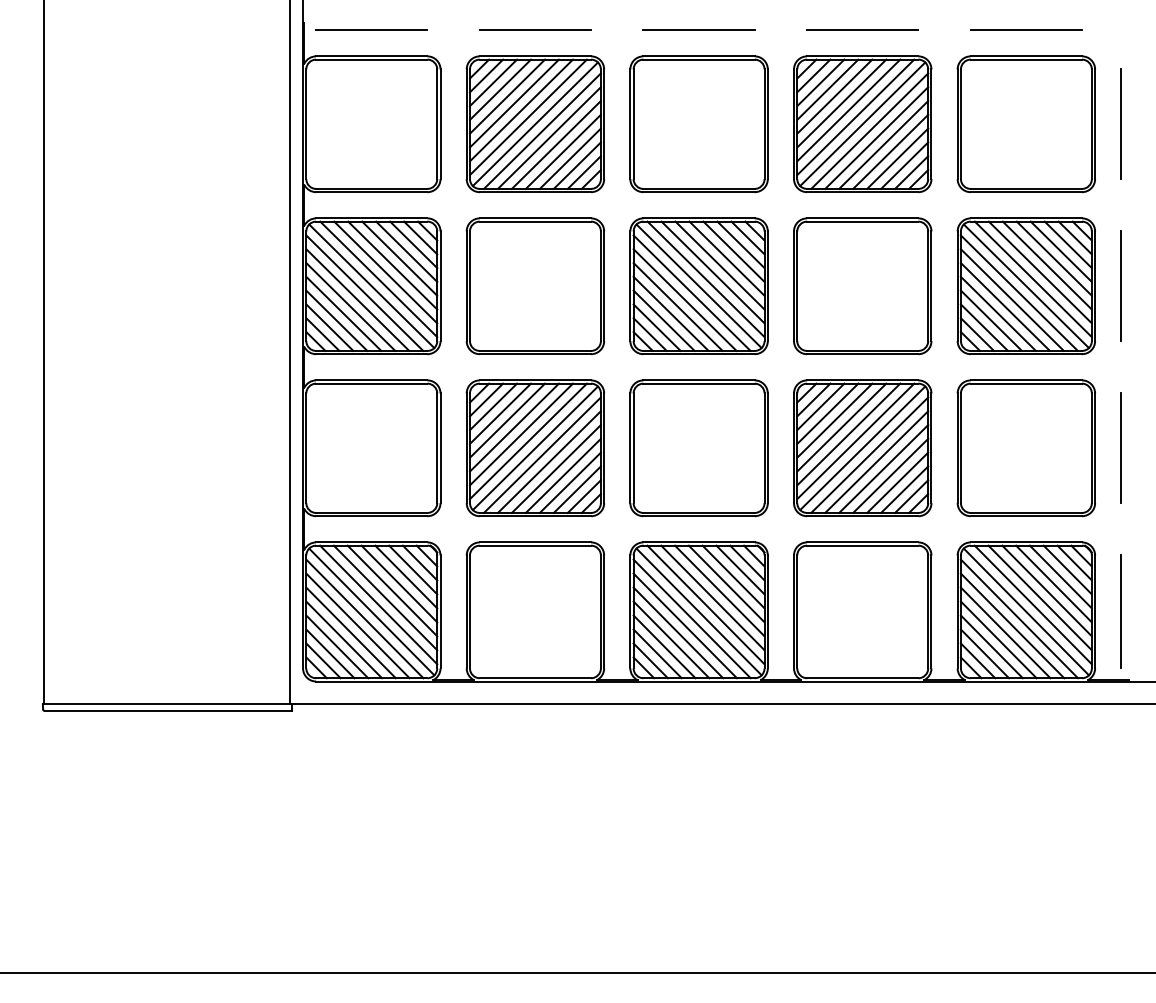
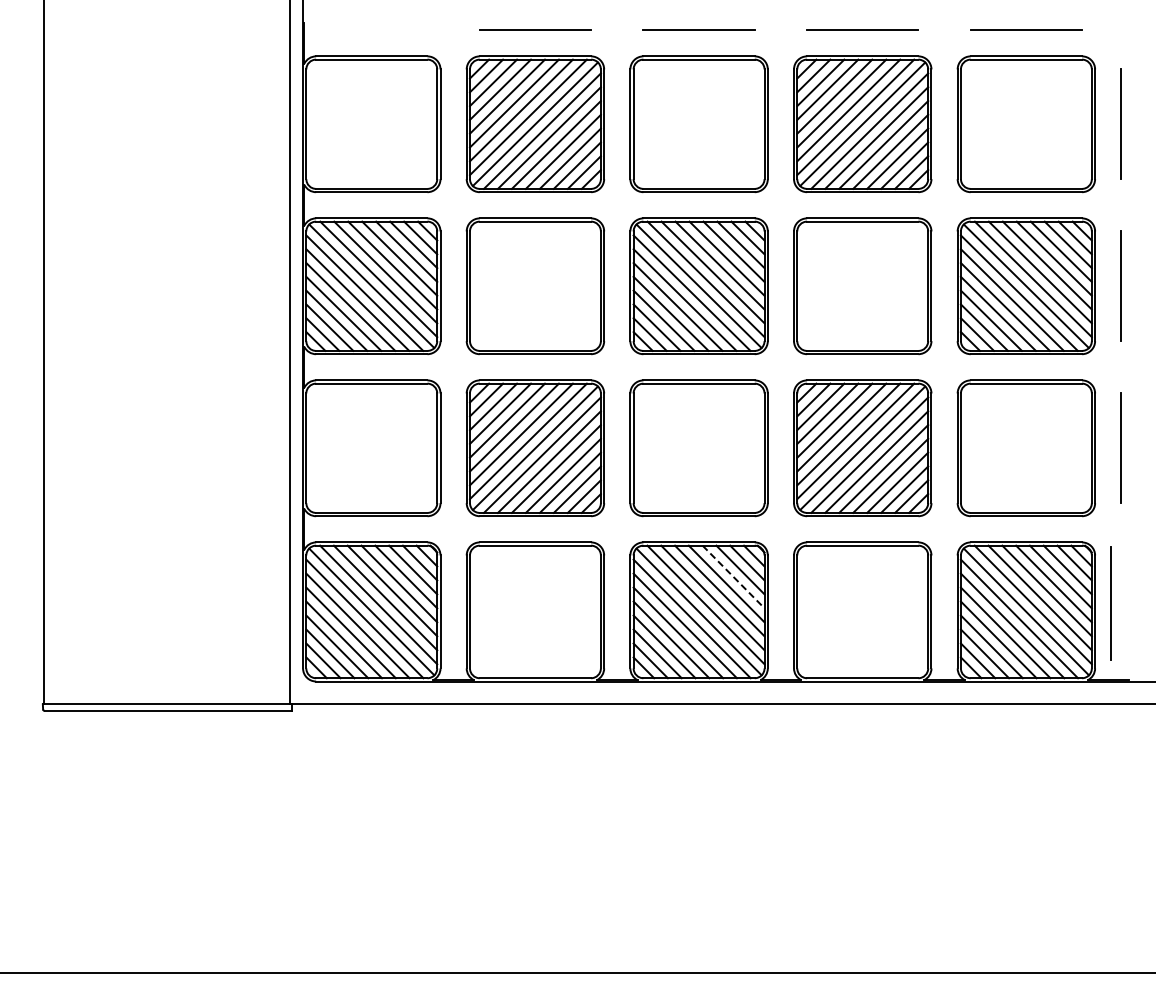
line at (371, 30): present -> none
line at (733, 577): solid -> dashed
line at (1120, 611) position: (1120, 611) -> (1110, 603)
